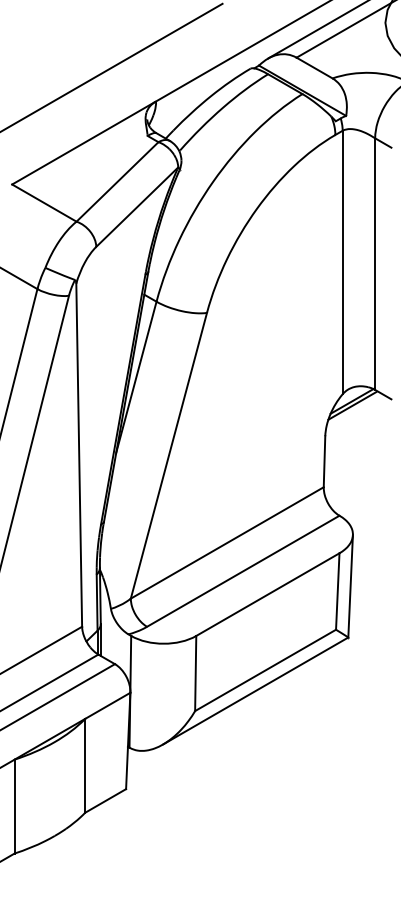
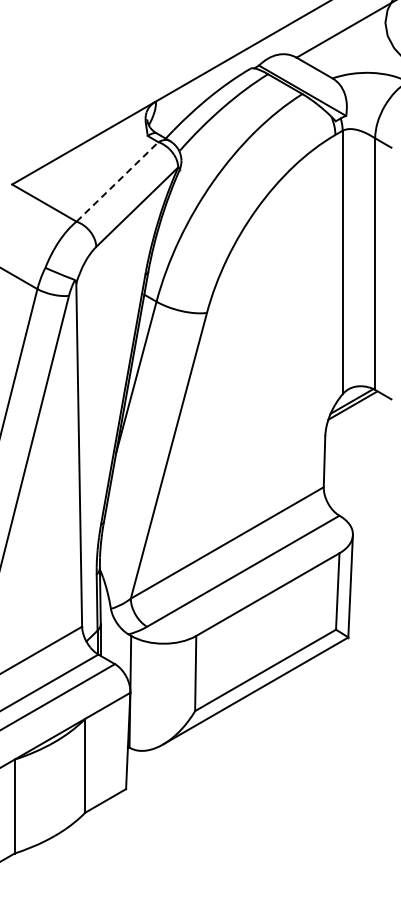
line at (316, 30): present -> none
line at (112, 66): present -> none
line at (117, 181): solid -> dashed
